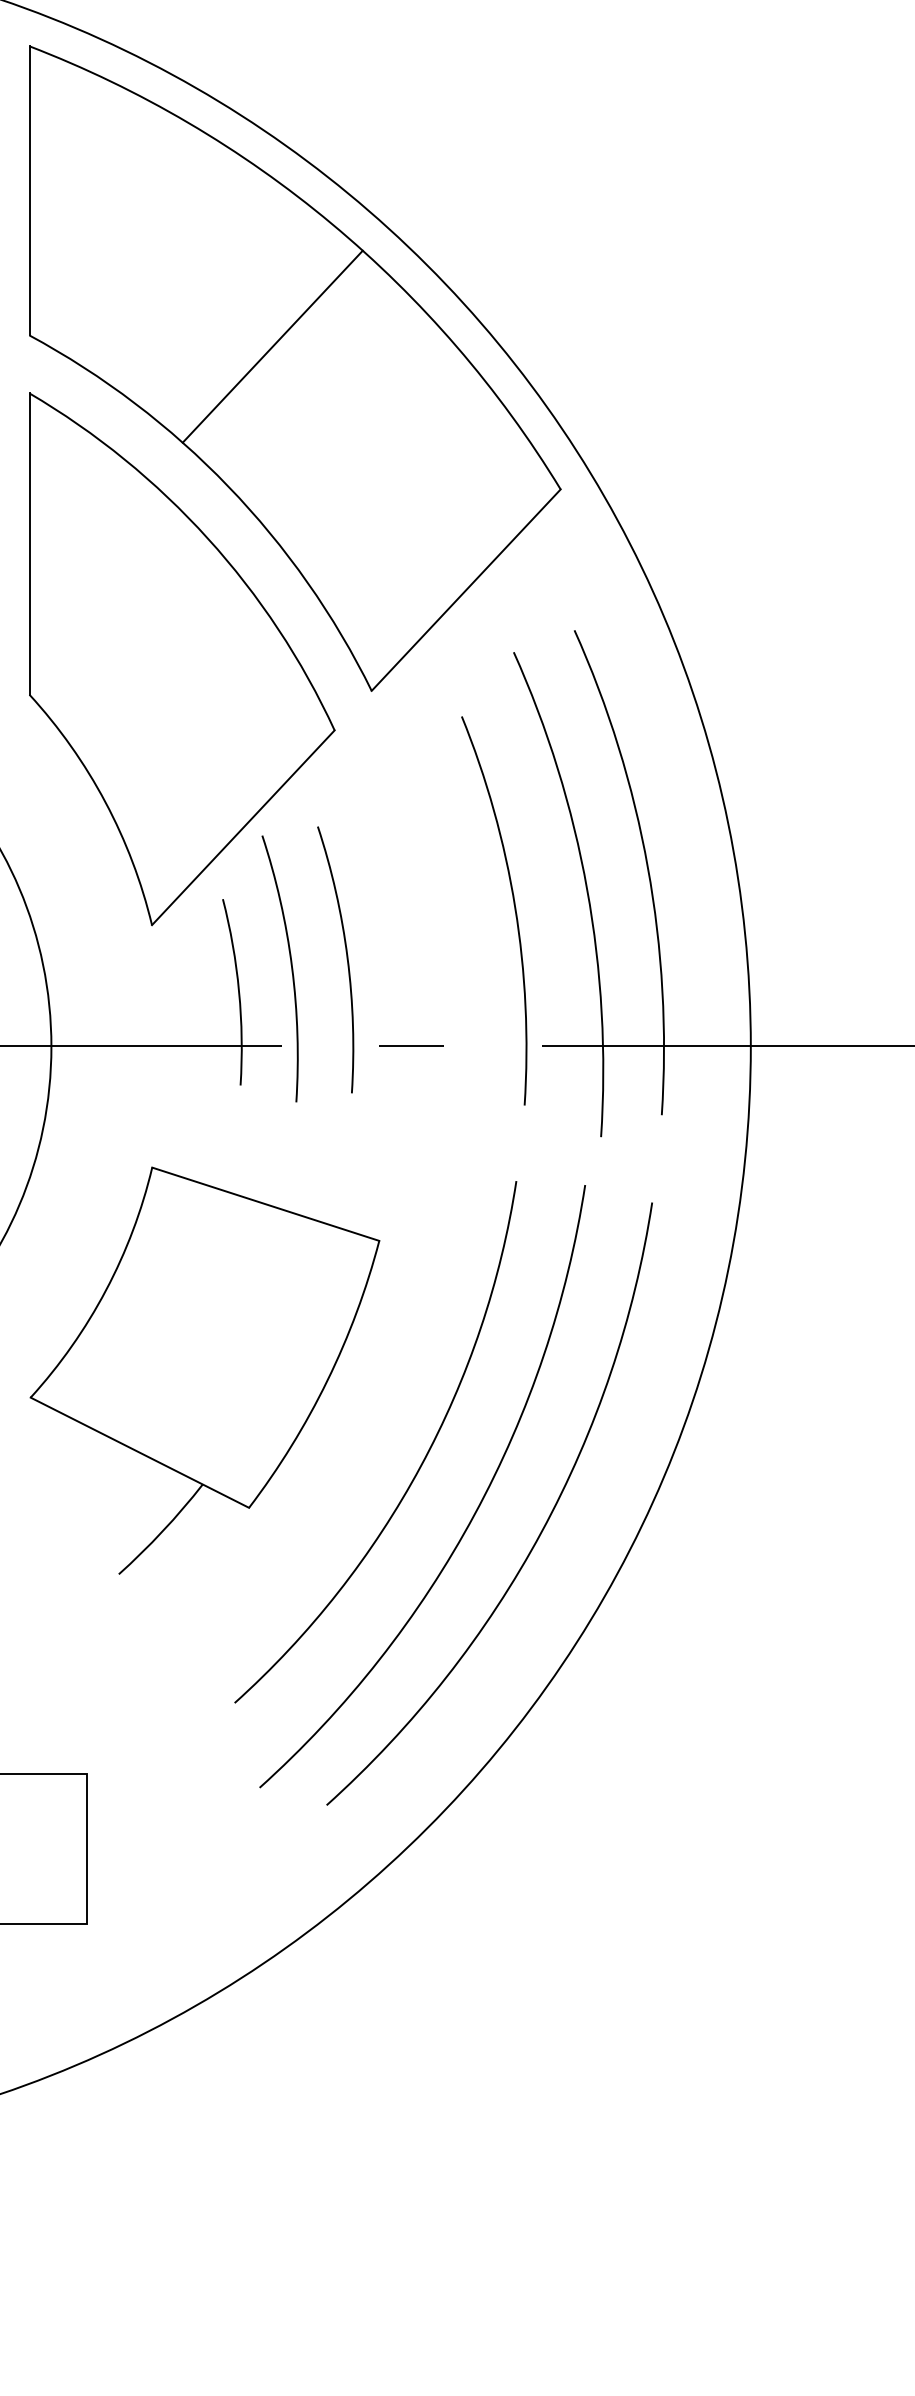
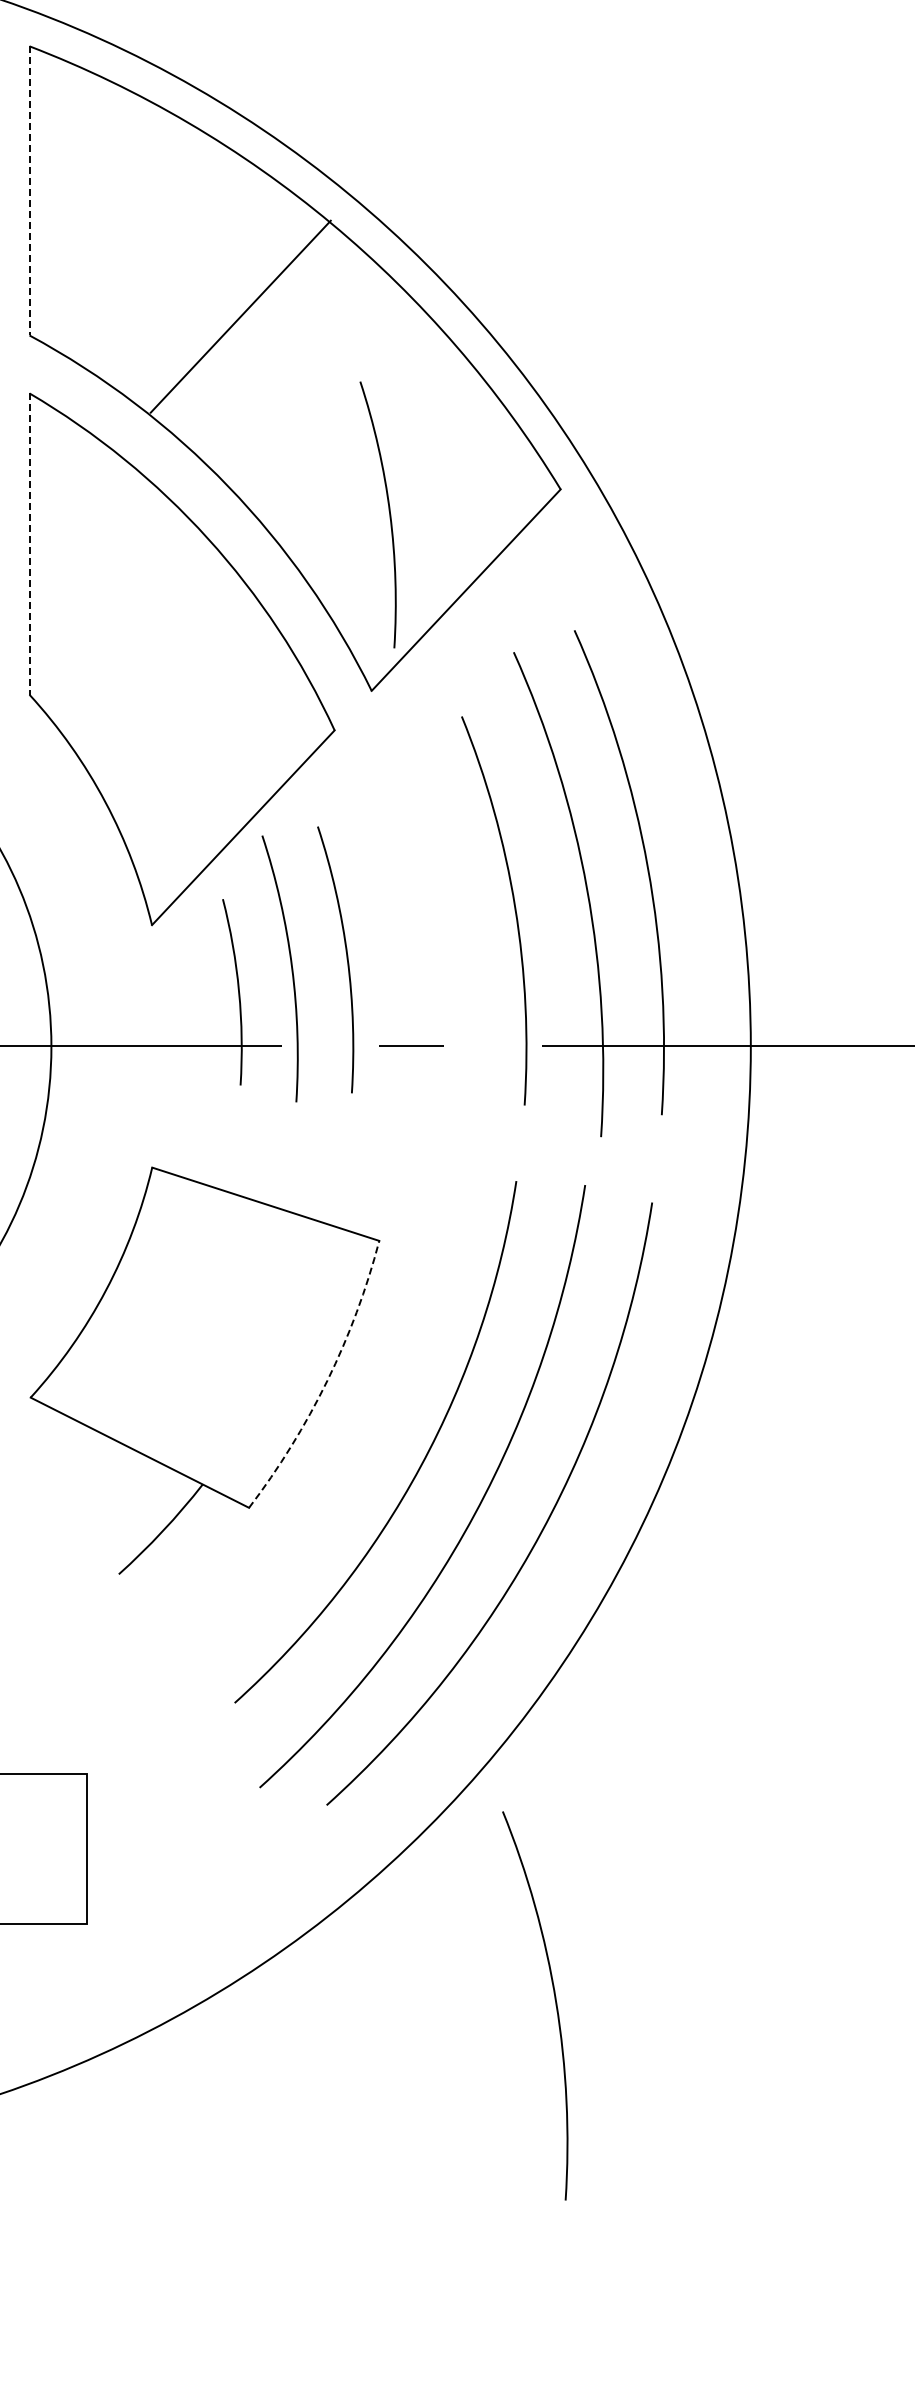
line at (29, 190): solid -> dashed
line at (272, 346) position: (272, 346) -> (240, 316)
arc at (388, 511): none -> present
line at (29, 544): solid -> dashed
arc at (327, 1380): solid -> dashed
arc at (554, 1999): none -> present
